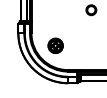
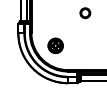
part at (91, 10) position: (91, 10) -> (85, 13)
